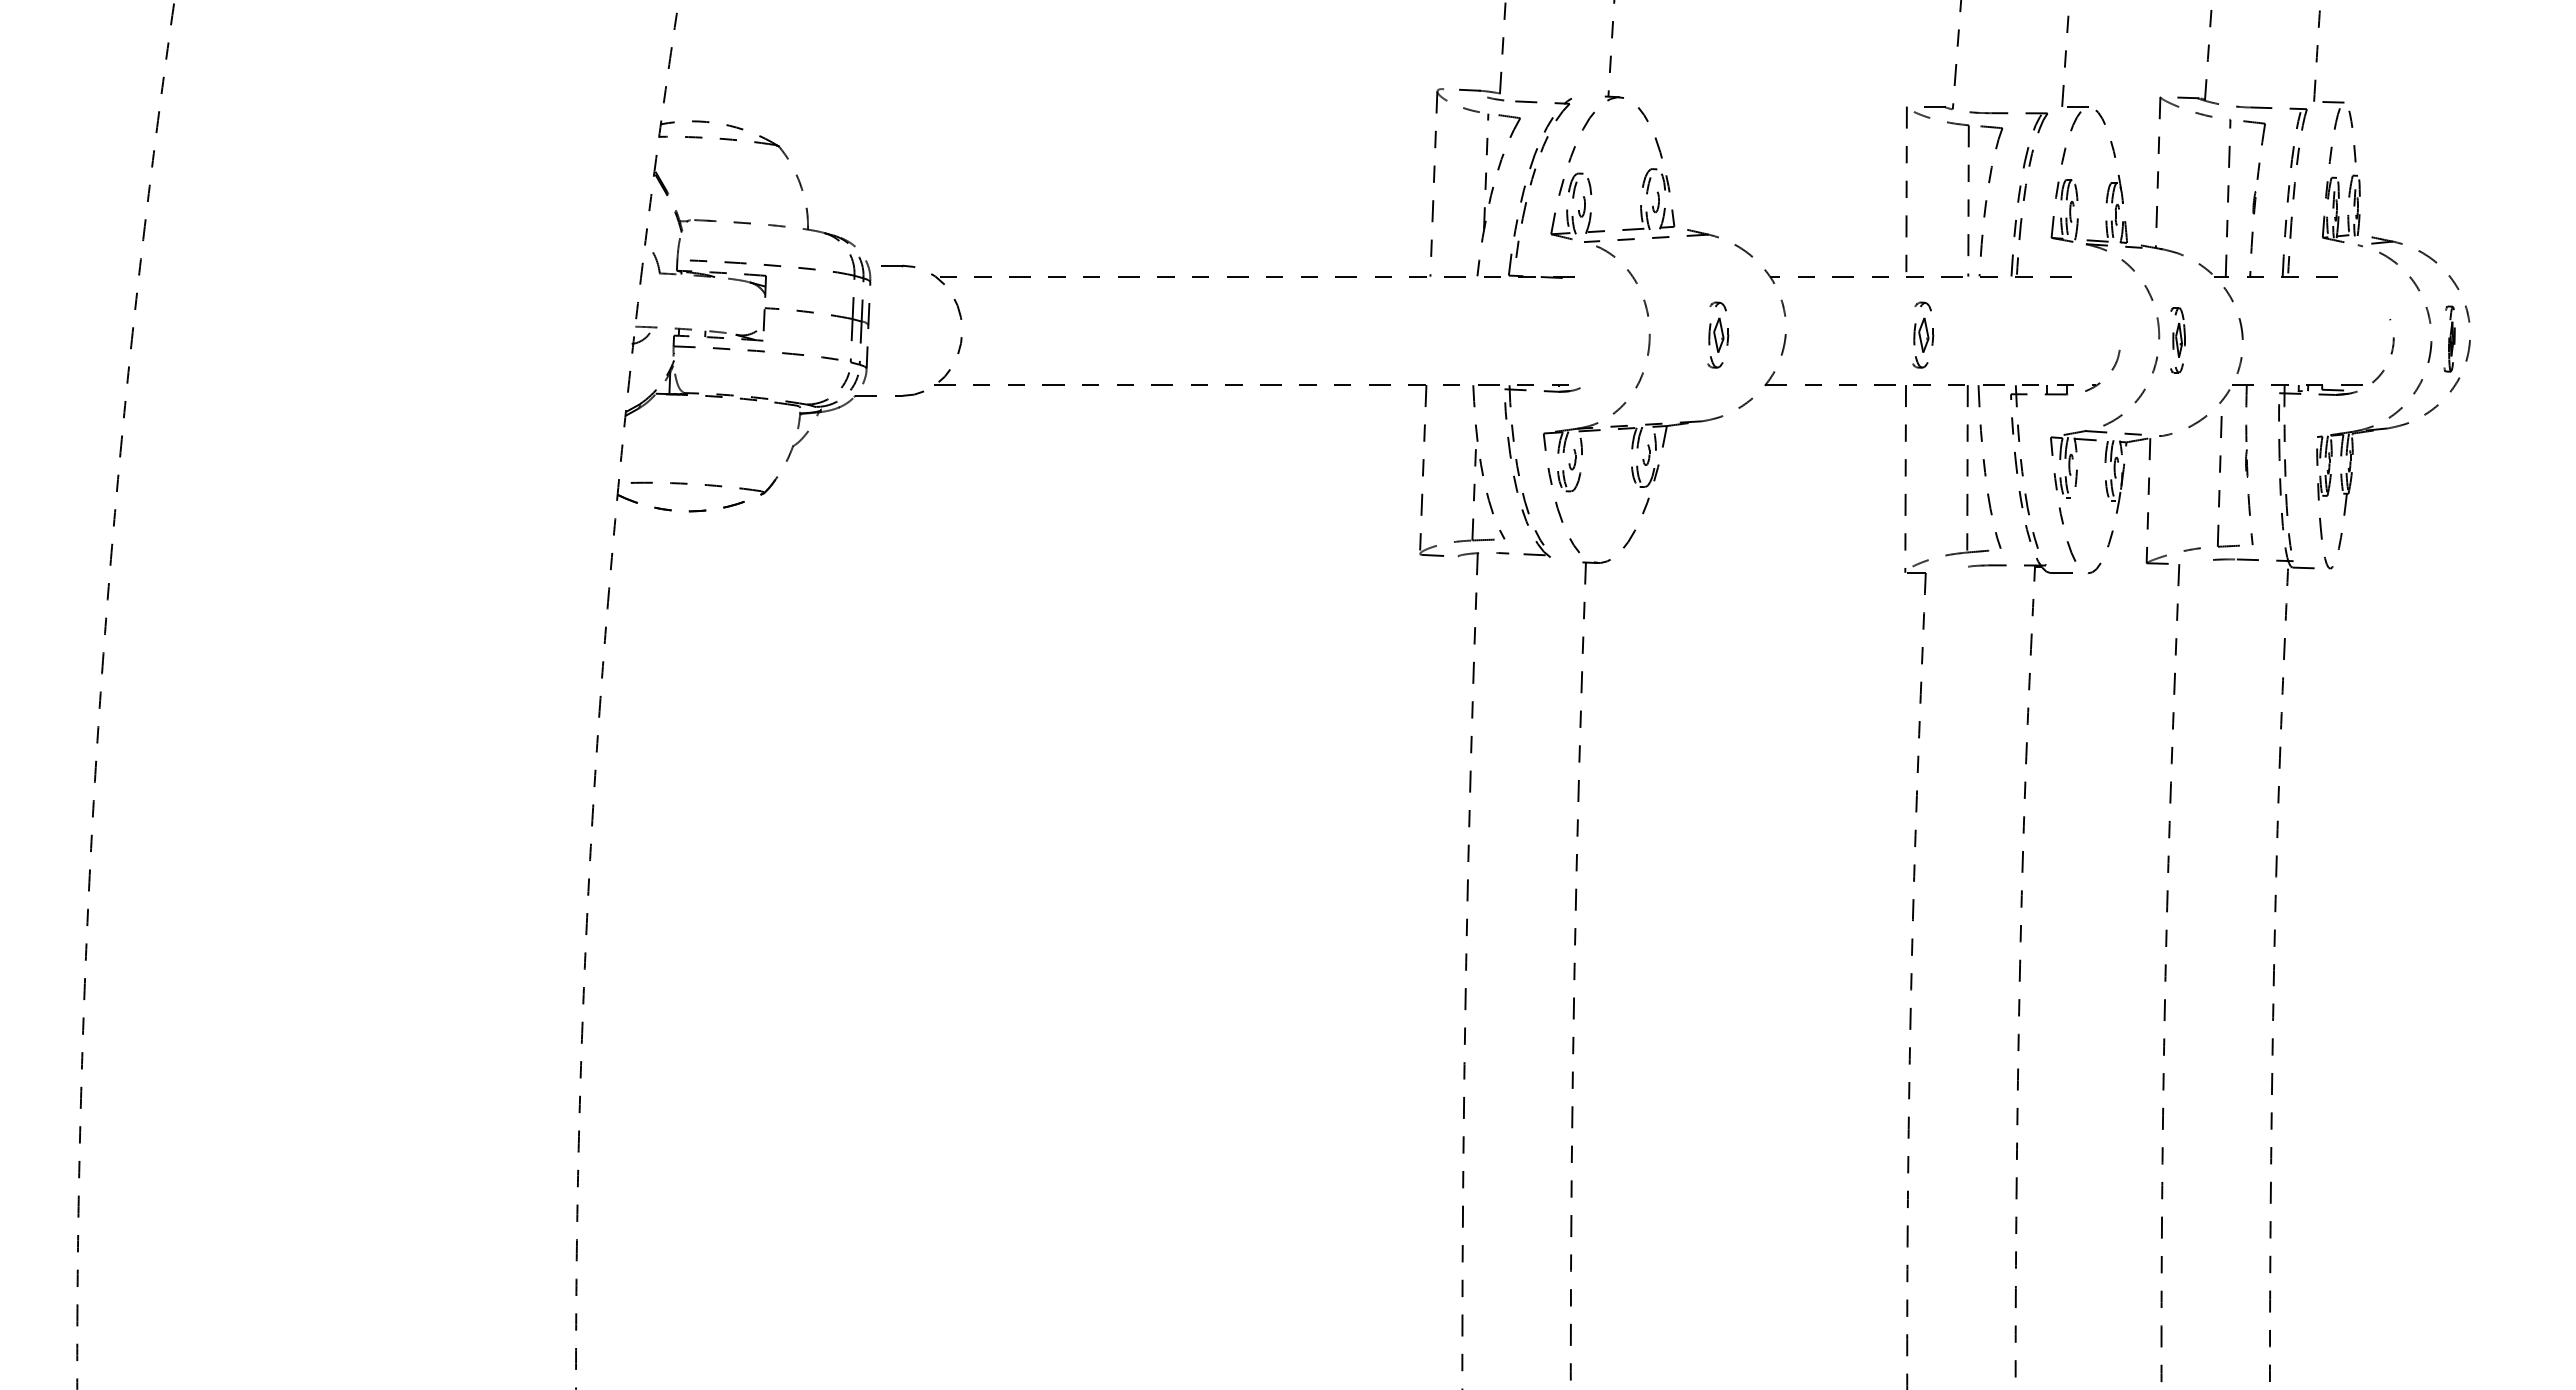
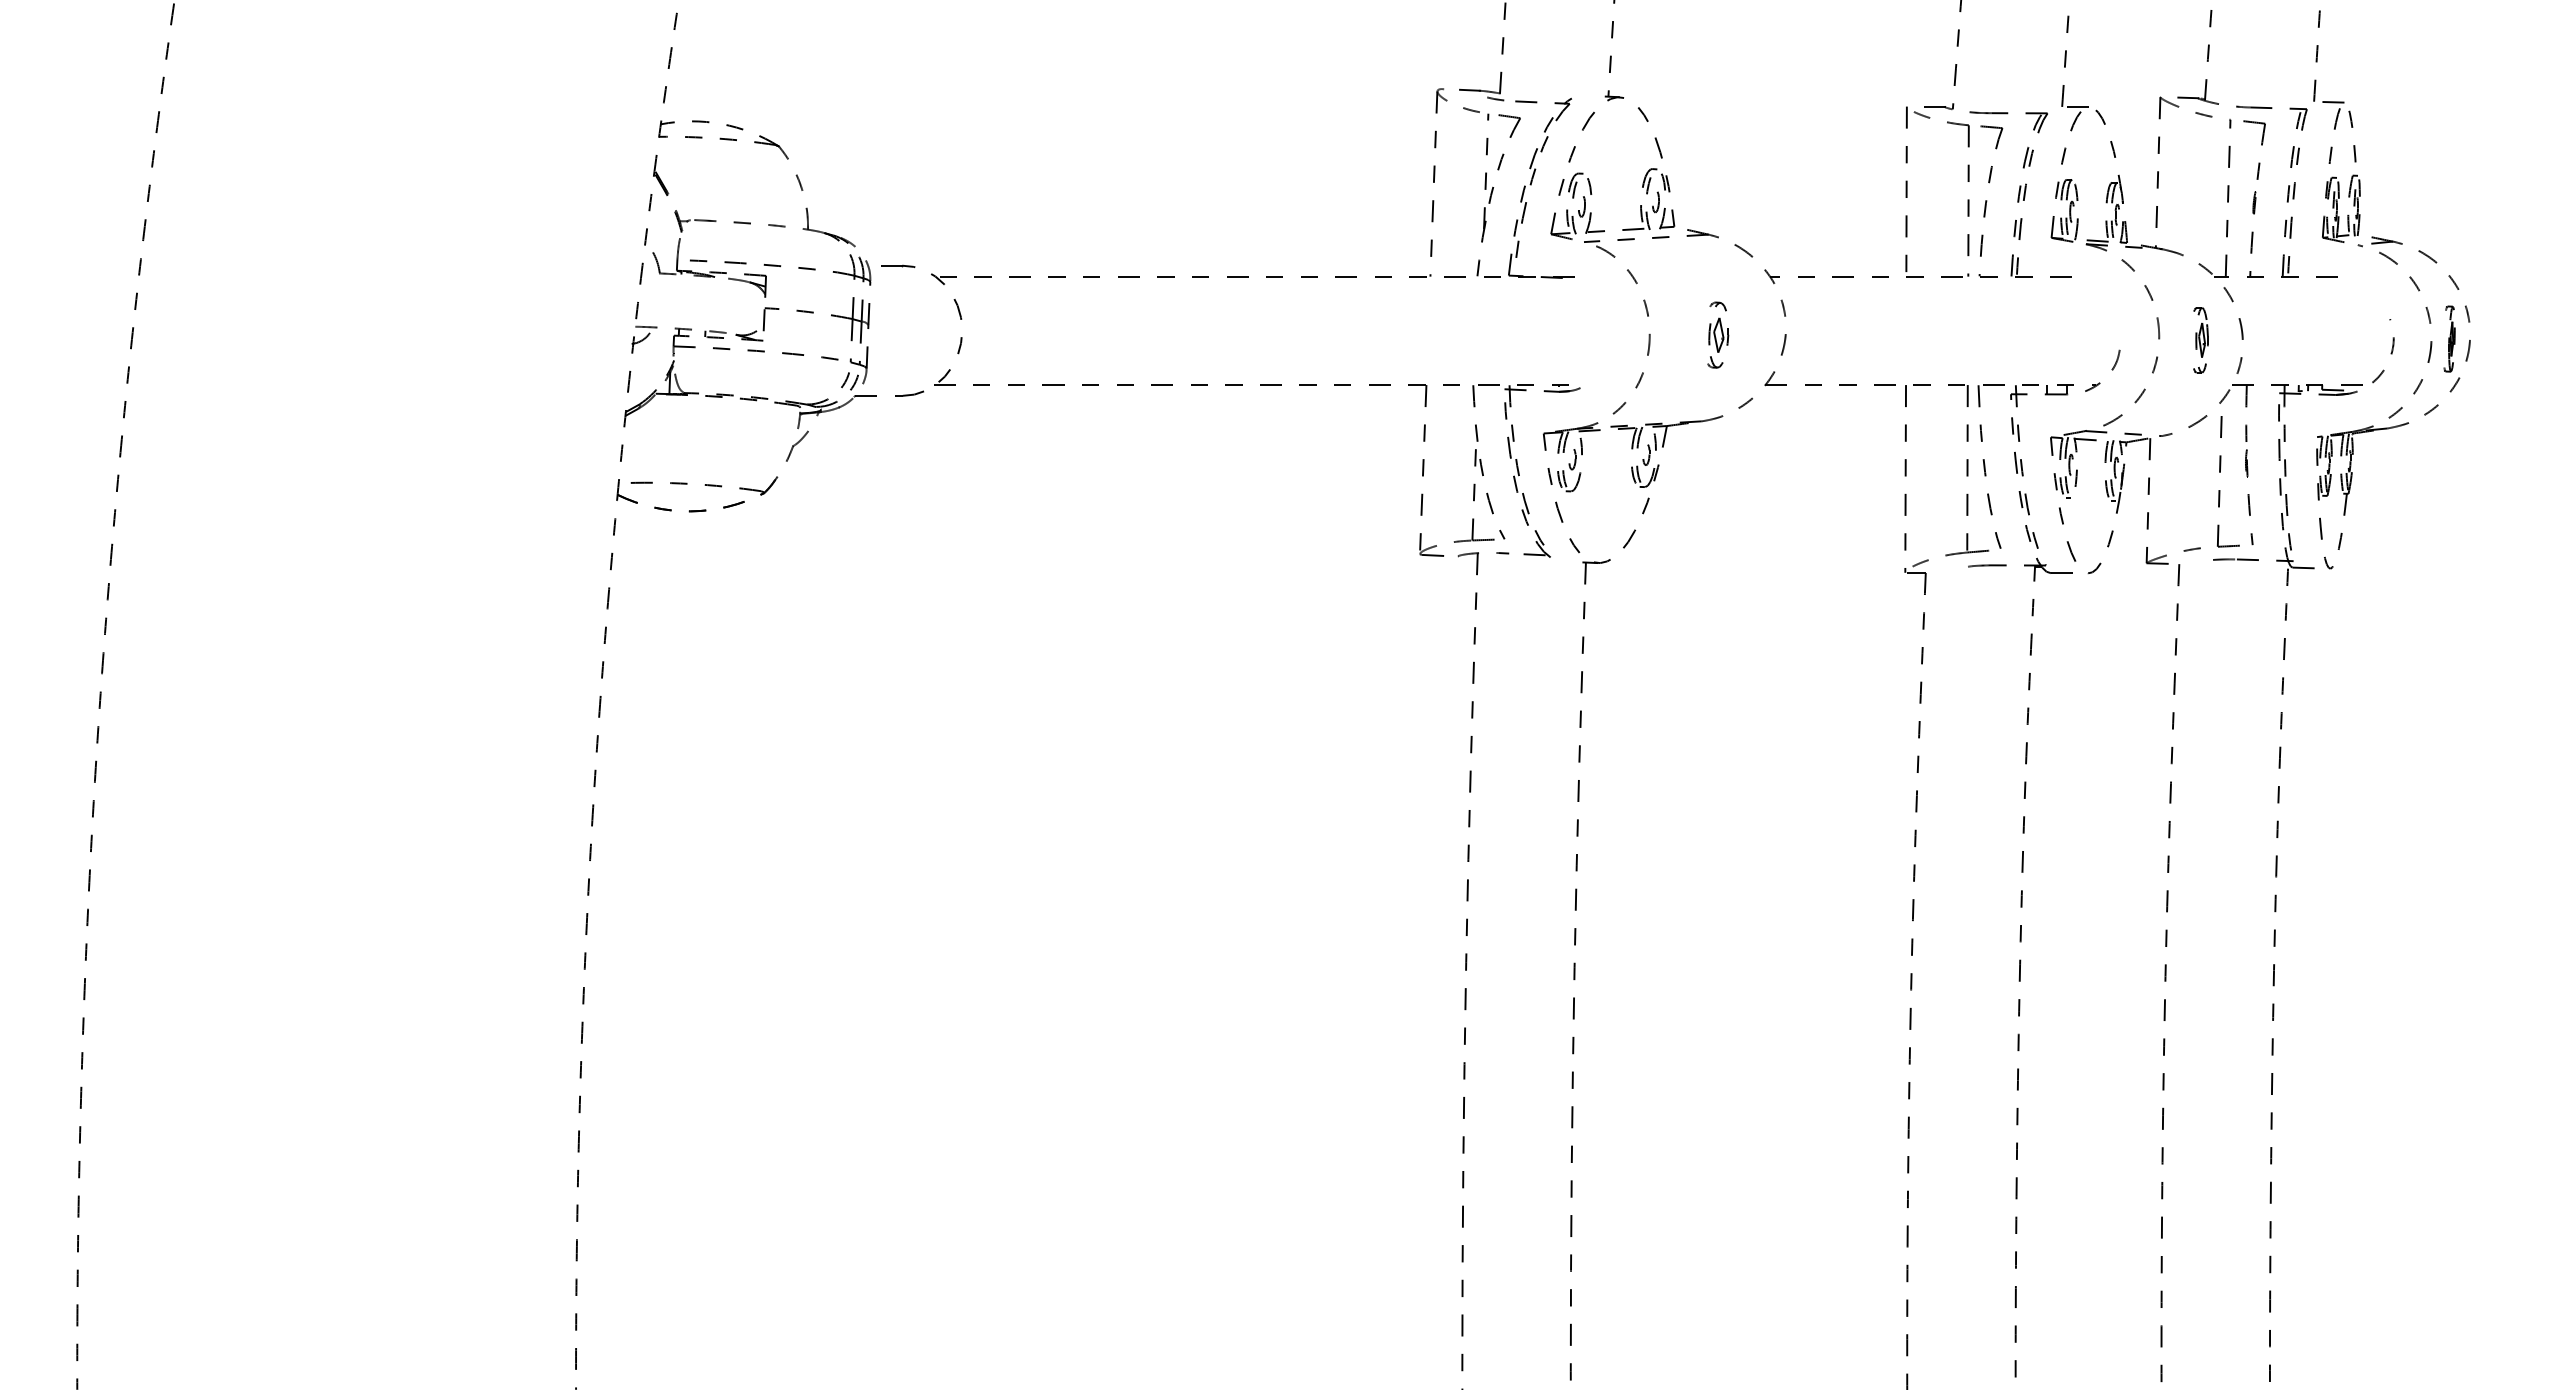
part at (1923, 334): present -> none
part at (2177, 340) position: (2177, 340) -> (2200, 340)
